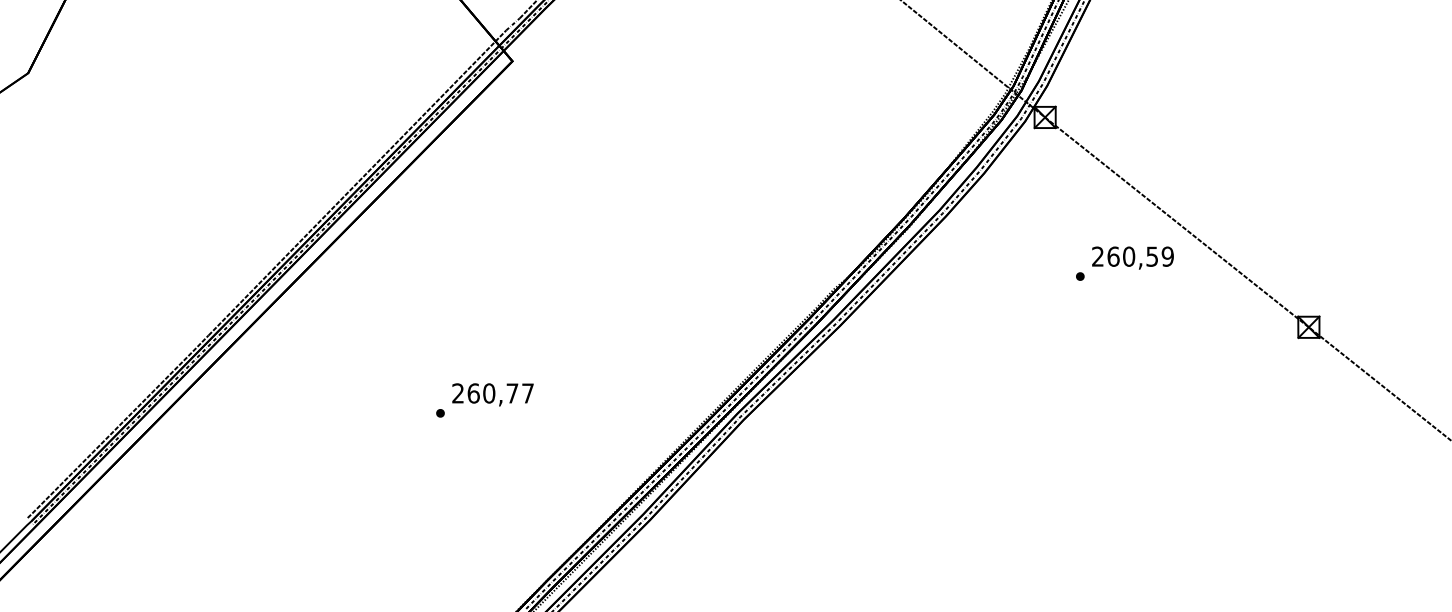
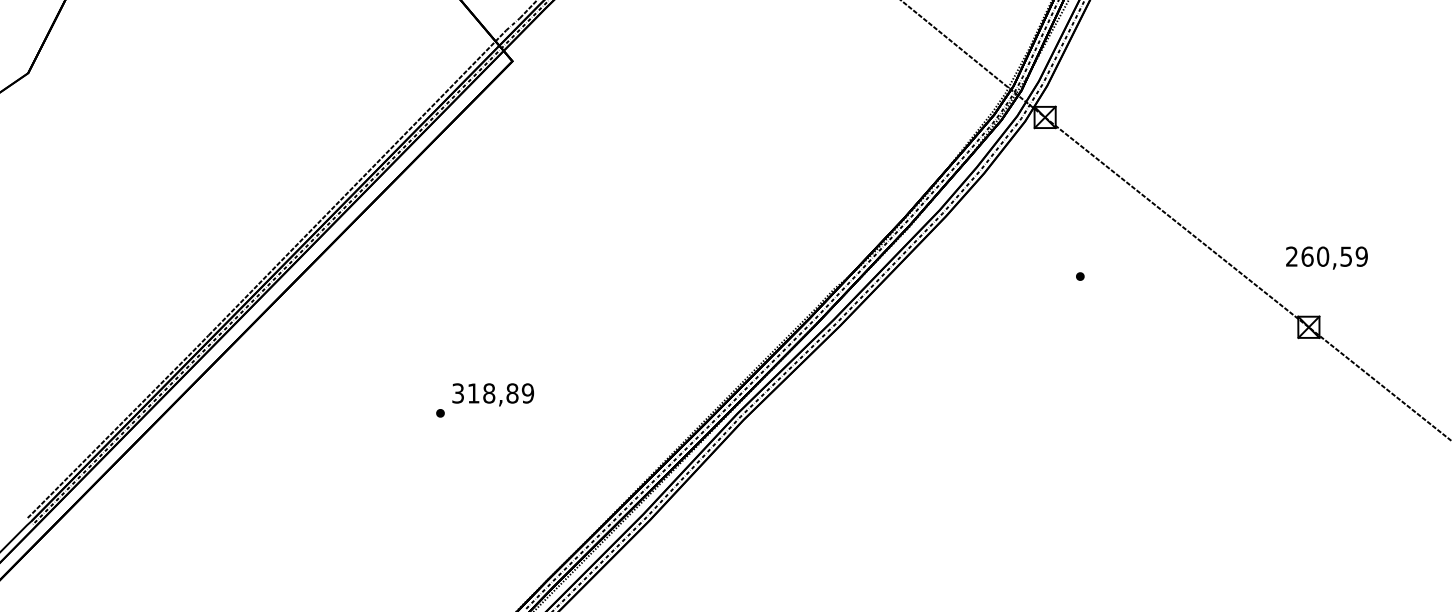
text at (1132, 257) position: (1132, 257) -> (1326, 257)
text at (493, 393): 260,77 -> 318,89
